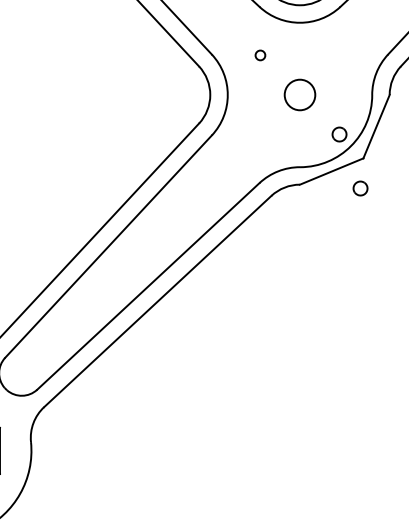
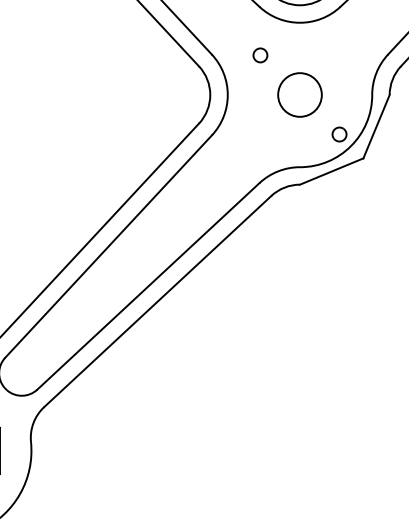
circle at (260, 55) size: 13x13 px -> 17x17 px
circle at (299, 94) diameter: 31 px -> 44 px
part at (360, 188): present -> none
